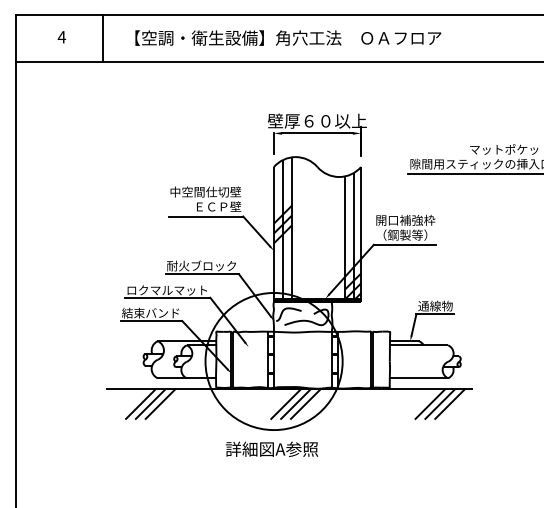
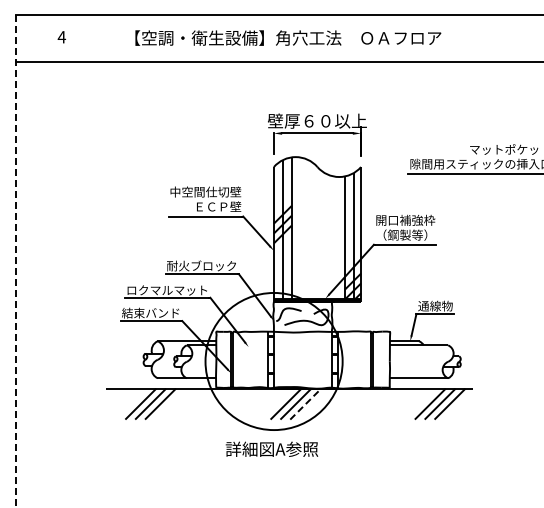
line at (102, 38): present -> none
line at (16, 261): solid -> dashed
line at (305, 404): solid -> dashed
